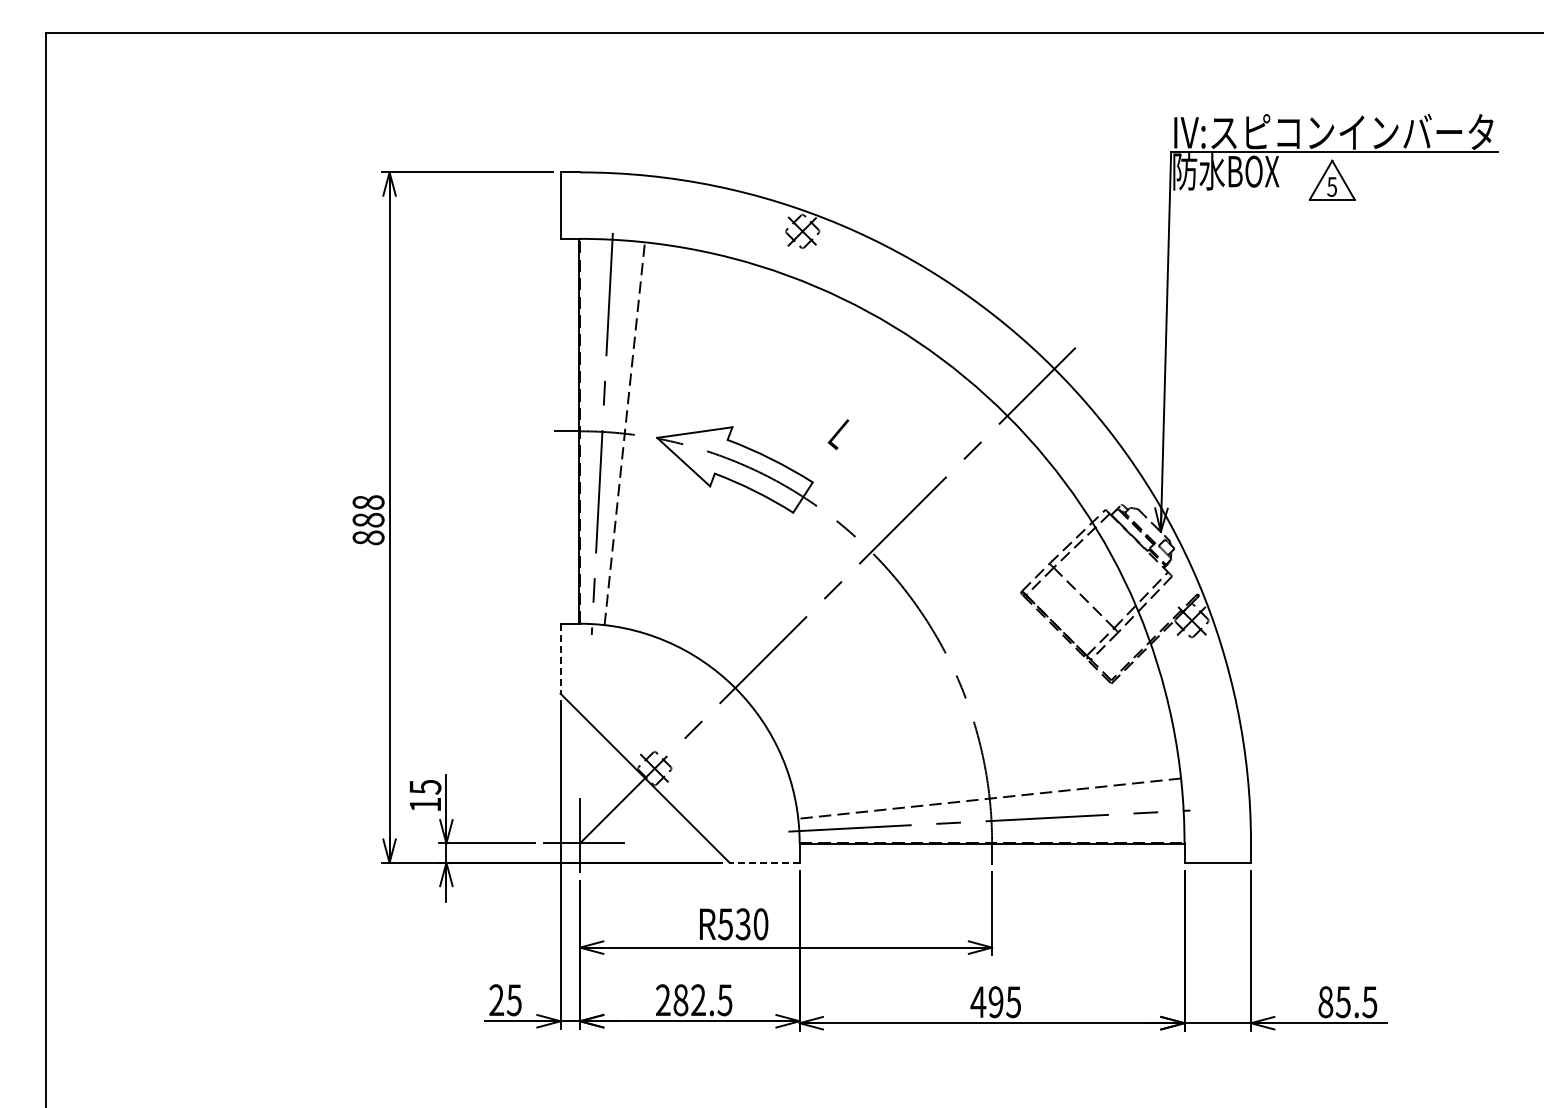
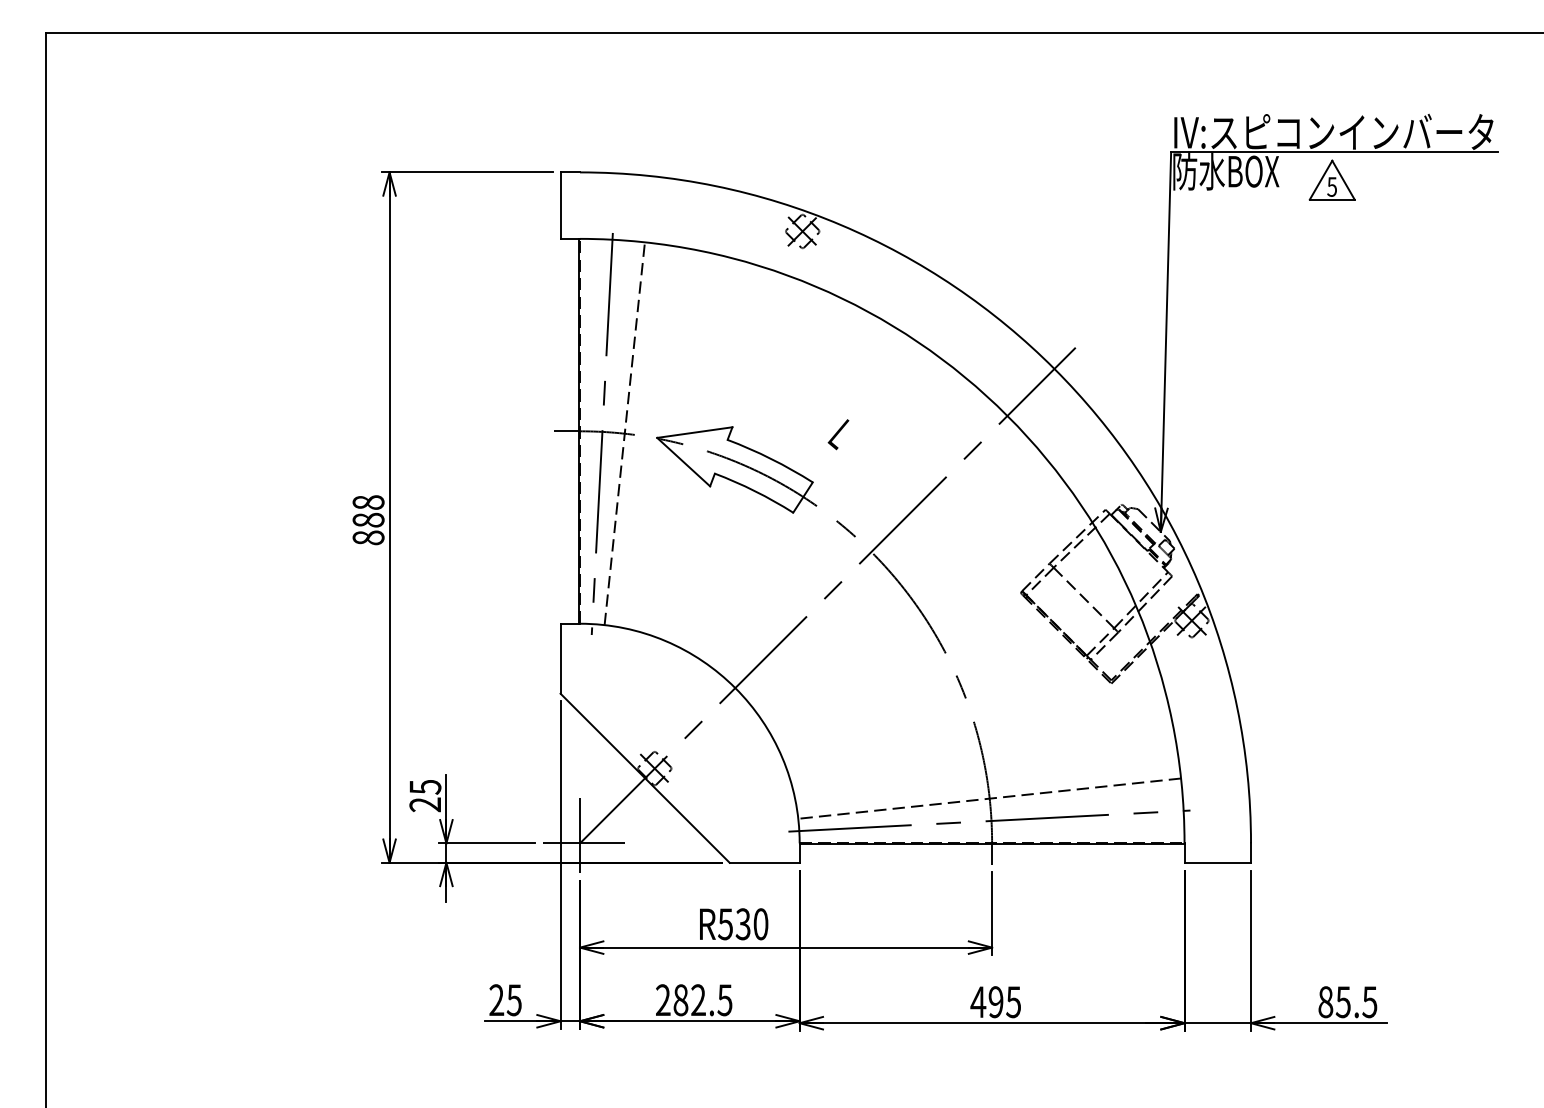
line at (560, 658): dashed -> solid
text at (424, 804): 15 -> 25
line at (764, 862): dashed -> solid
